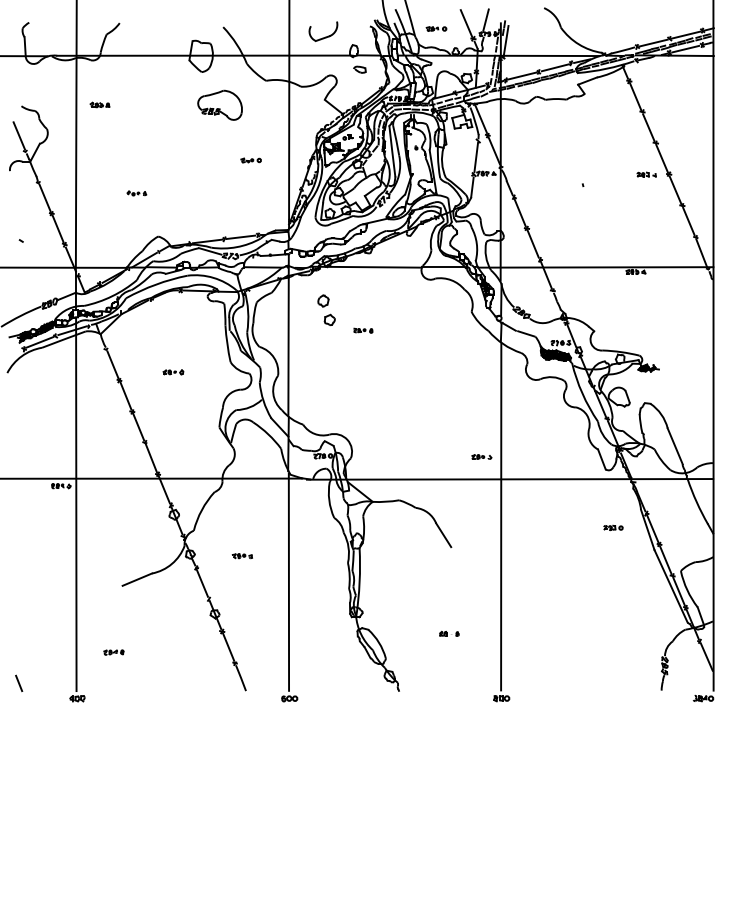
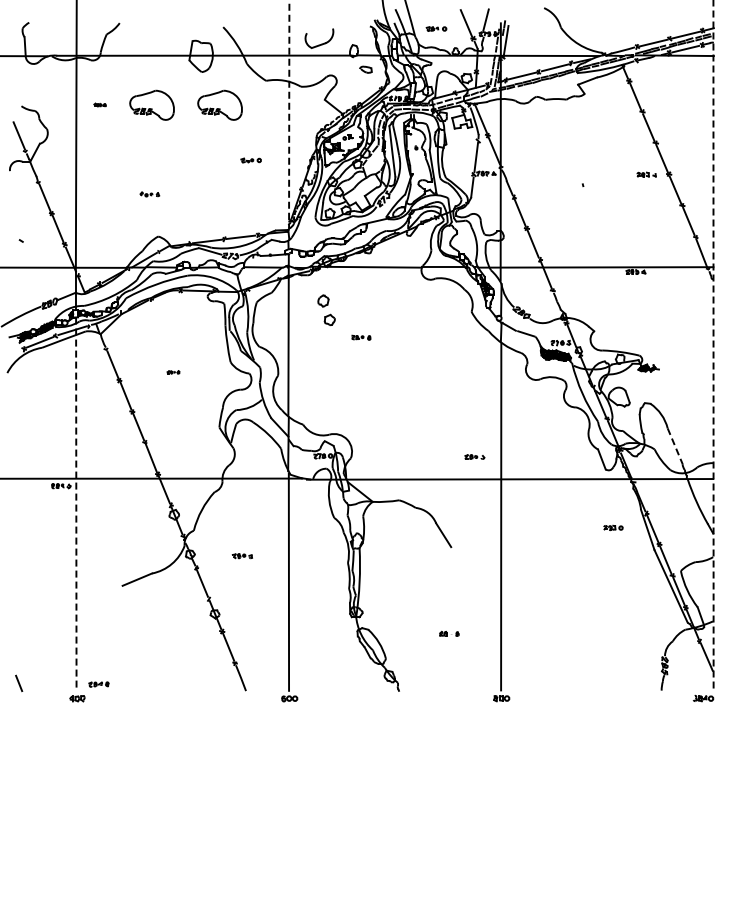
part at (323, 31) position: (323, 31) -> (319, 38)
part at (359, 69) position: (359, 69) -> (365, 69)
part at (99, 104) size: 22x8 px -> 14x6 px
part at (151, 104): none -> present
line at (289, 114): solid -> dashed
part at (136, 193) position: (136, 193) -> (149, 194)
part at (363, 330) position: (363, 330) -> (361, 337)
line at (713, 346): solid -> dashed
part at (173, 372) size: 23x7 px -> 15x5 px
line at (675, 446): solid -> dashed
part at (481, 456) position: (481, 456) -> (474, 456)
line at (76, 504): solid -> dashed
part at (113, 652) position: (113, 652) -> (98, 684)
